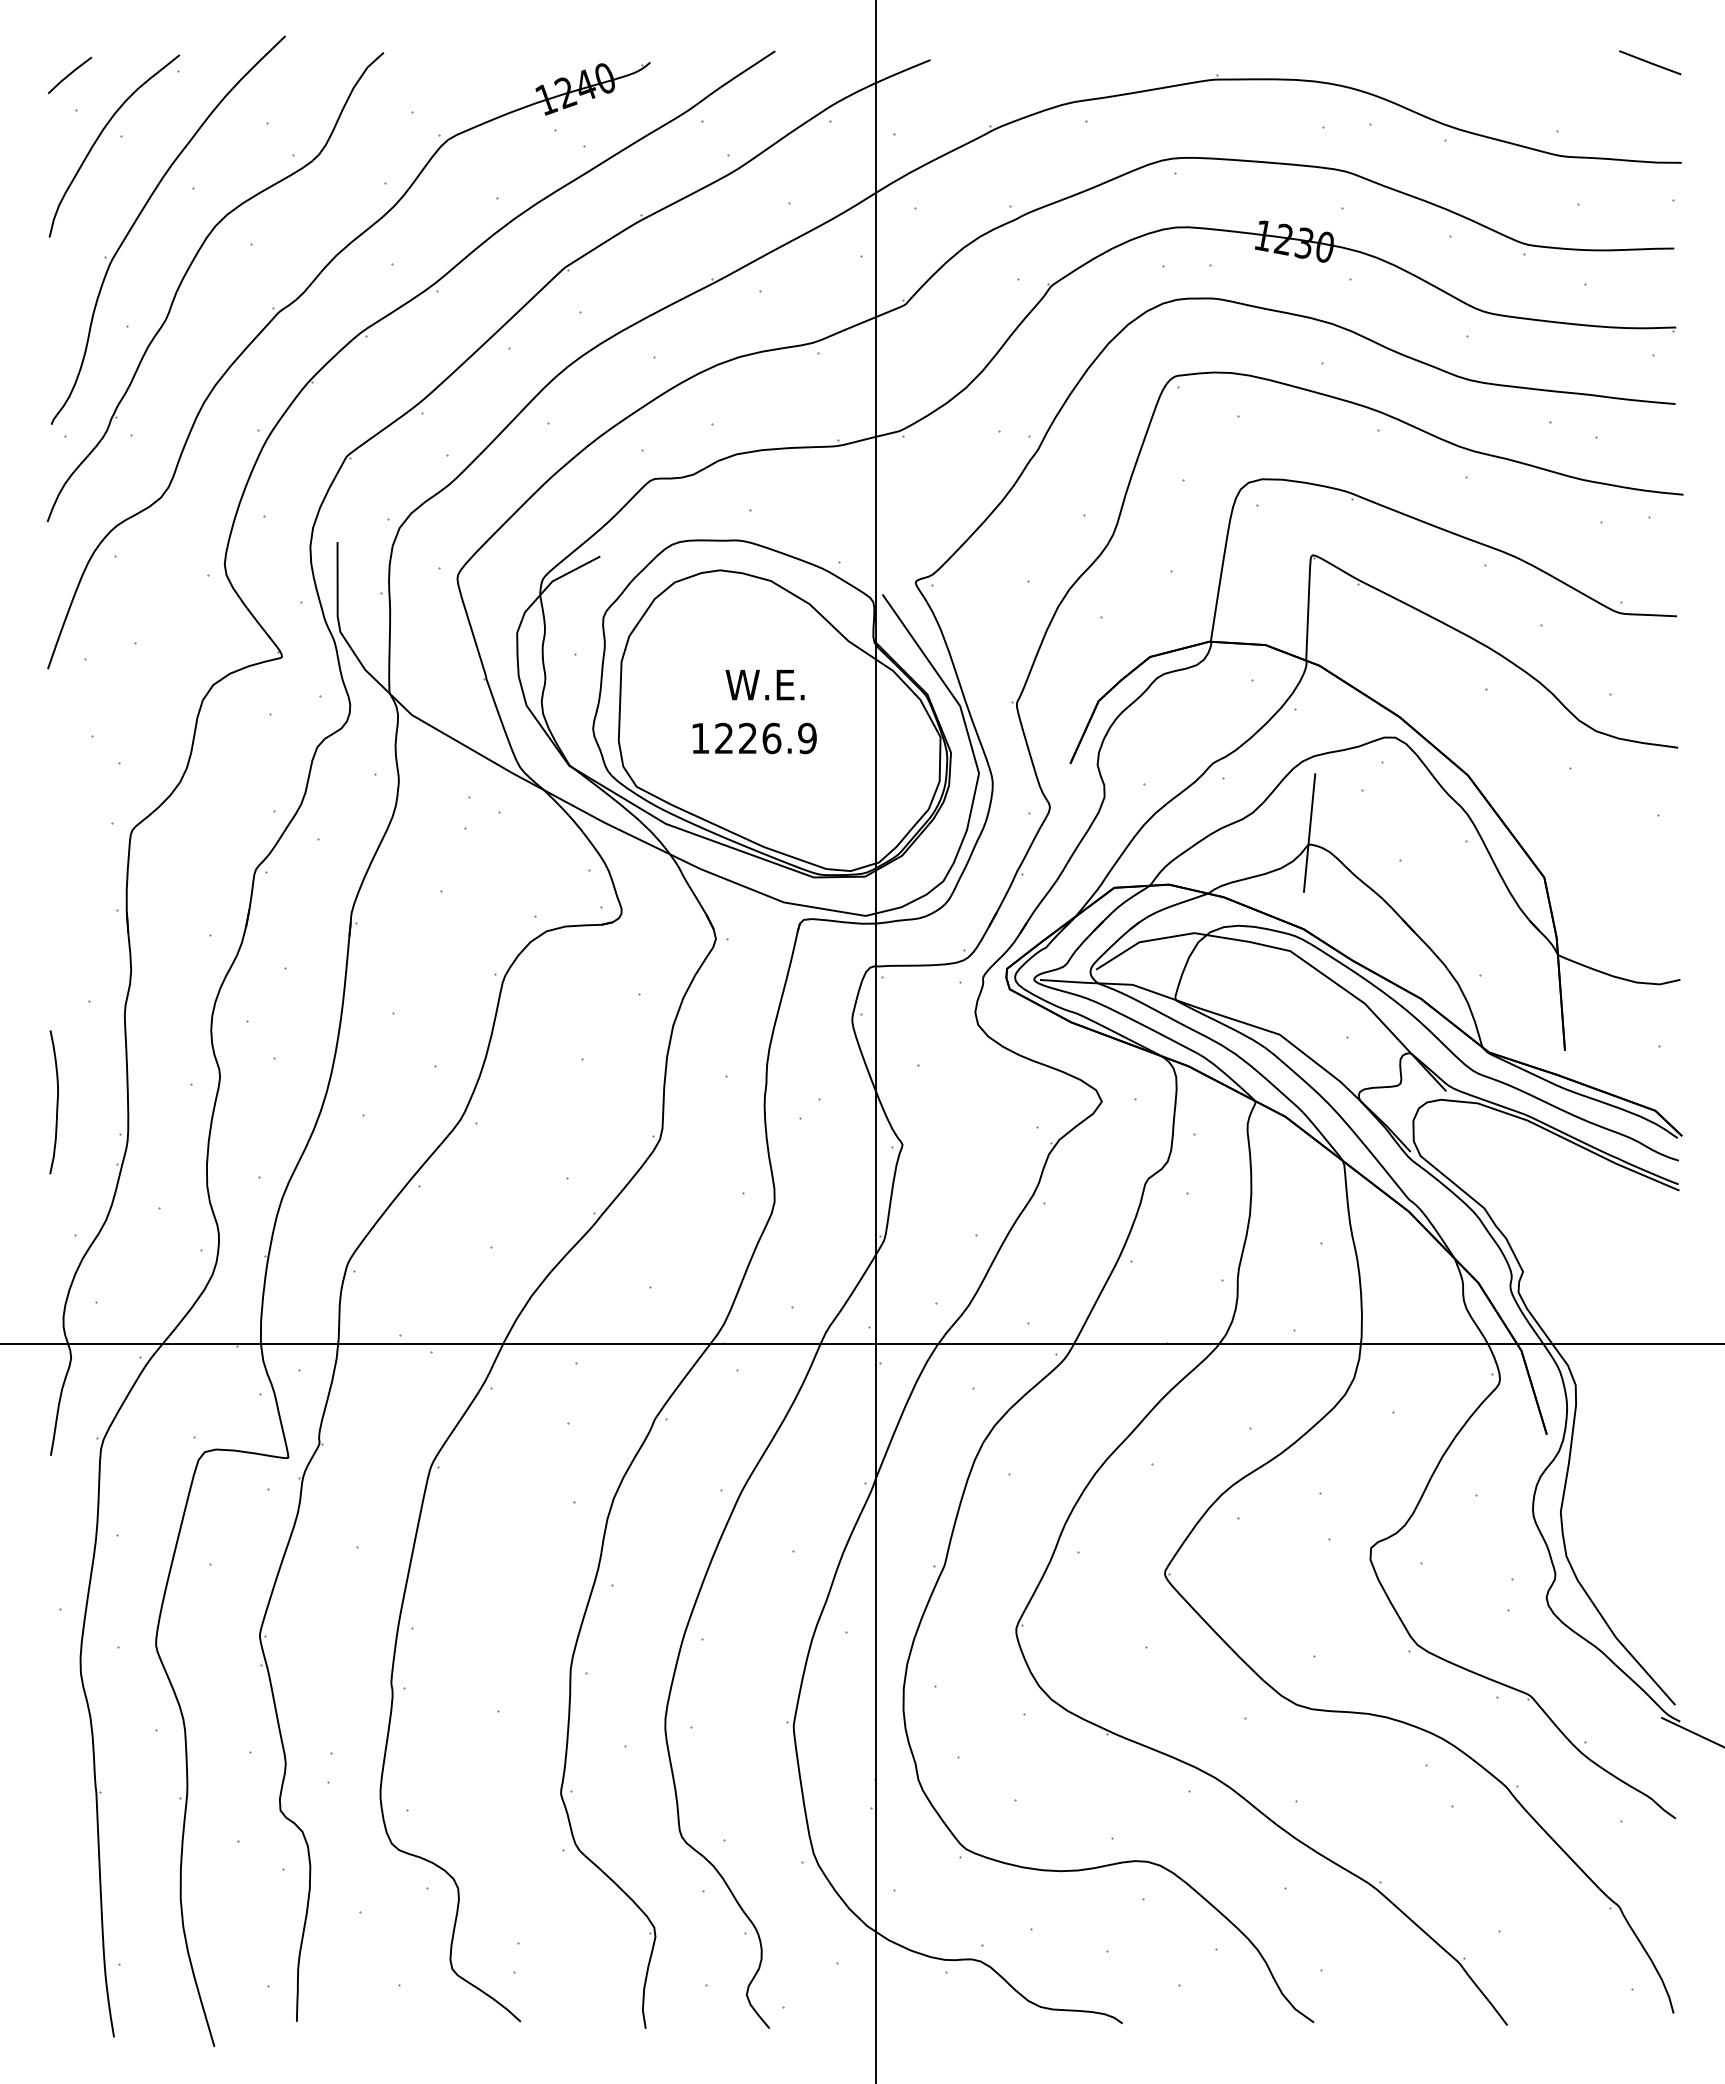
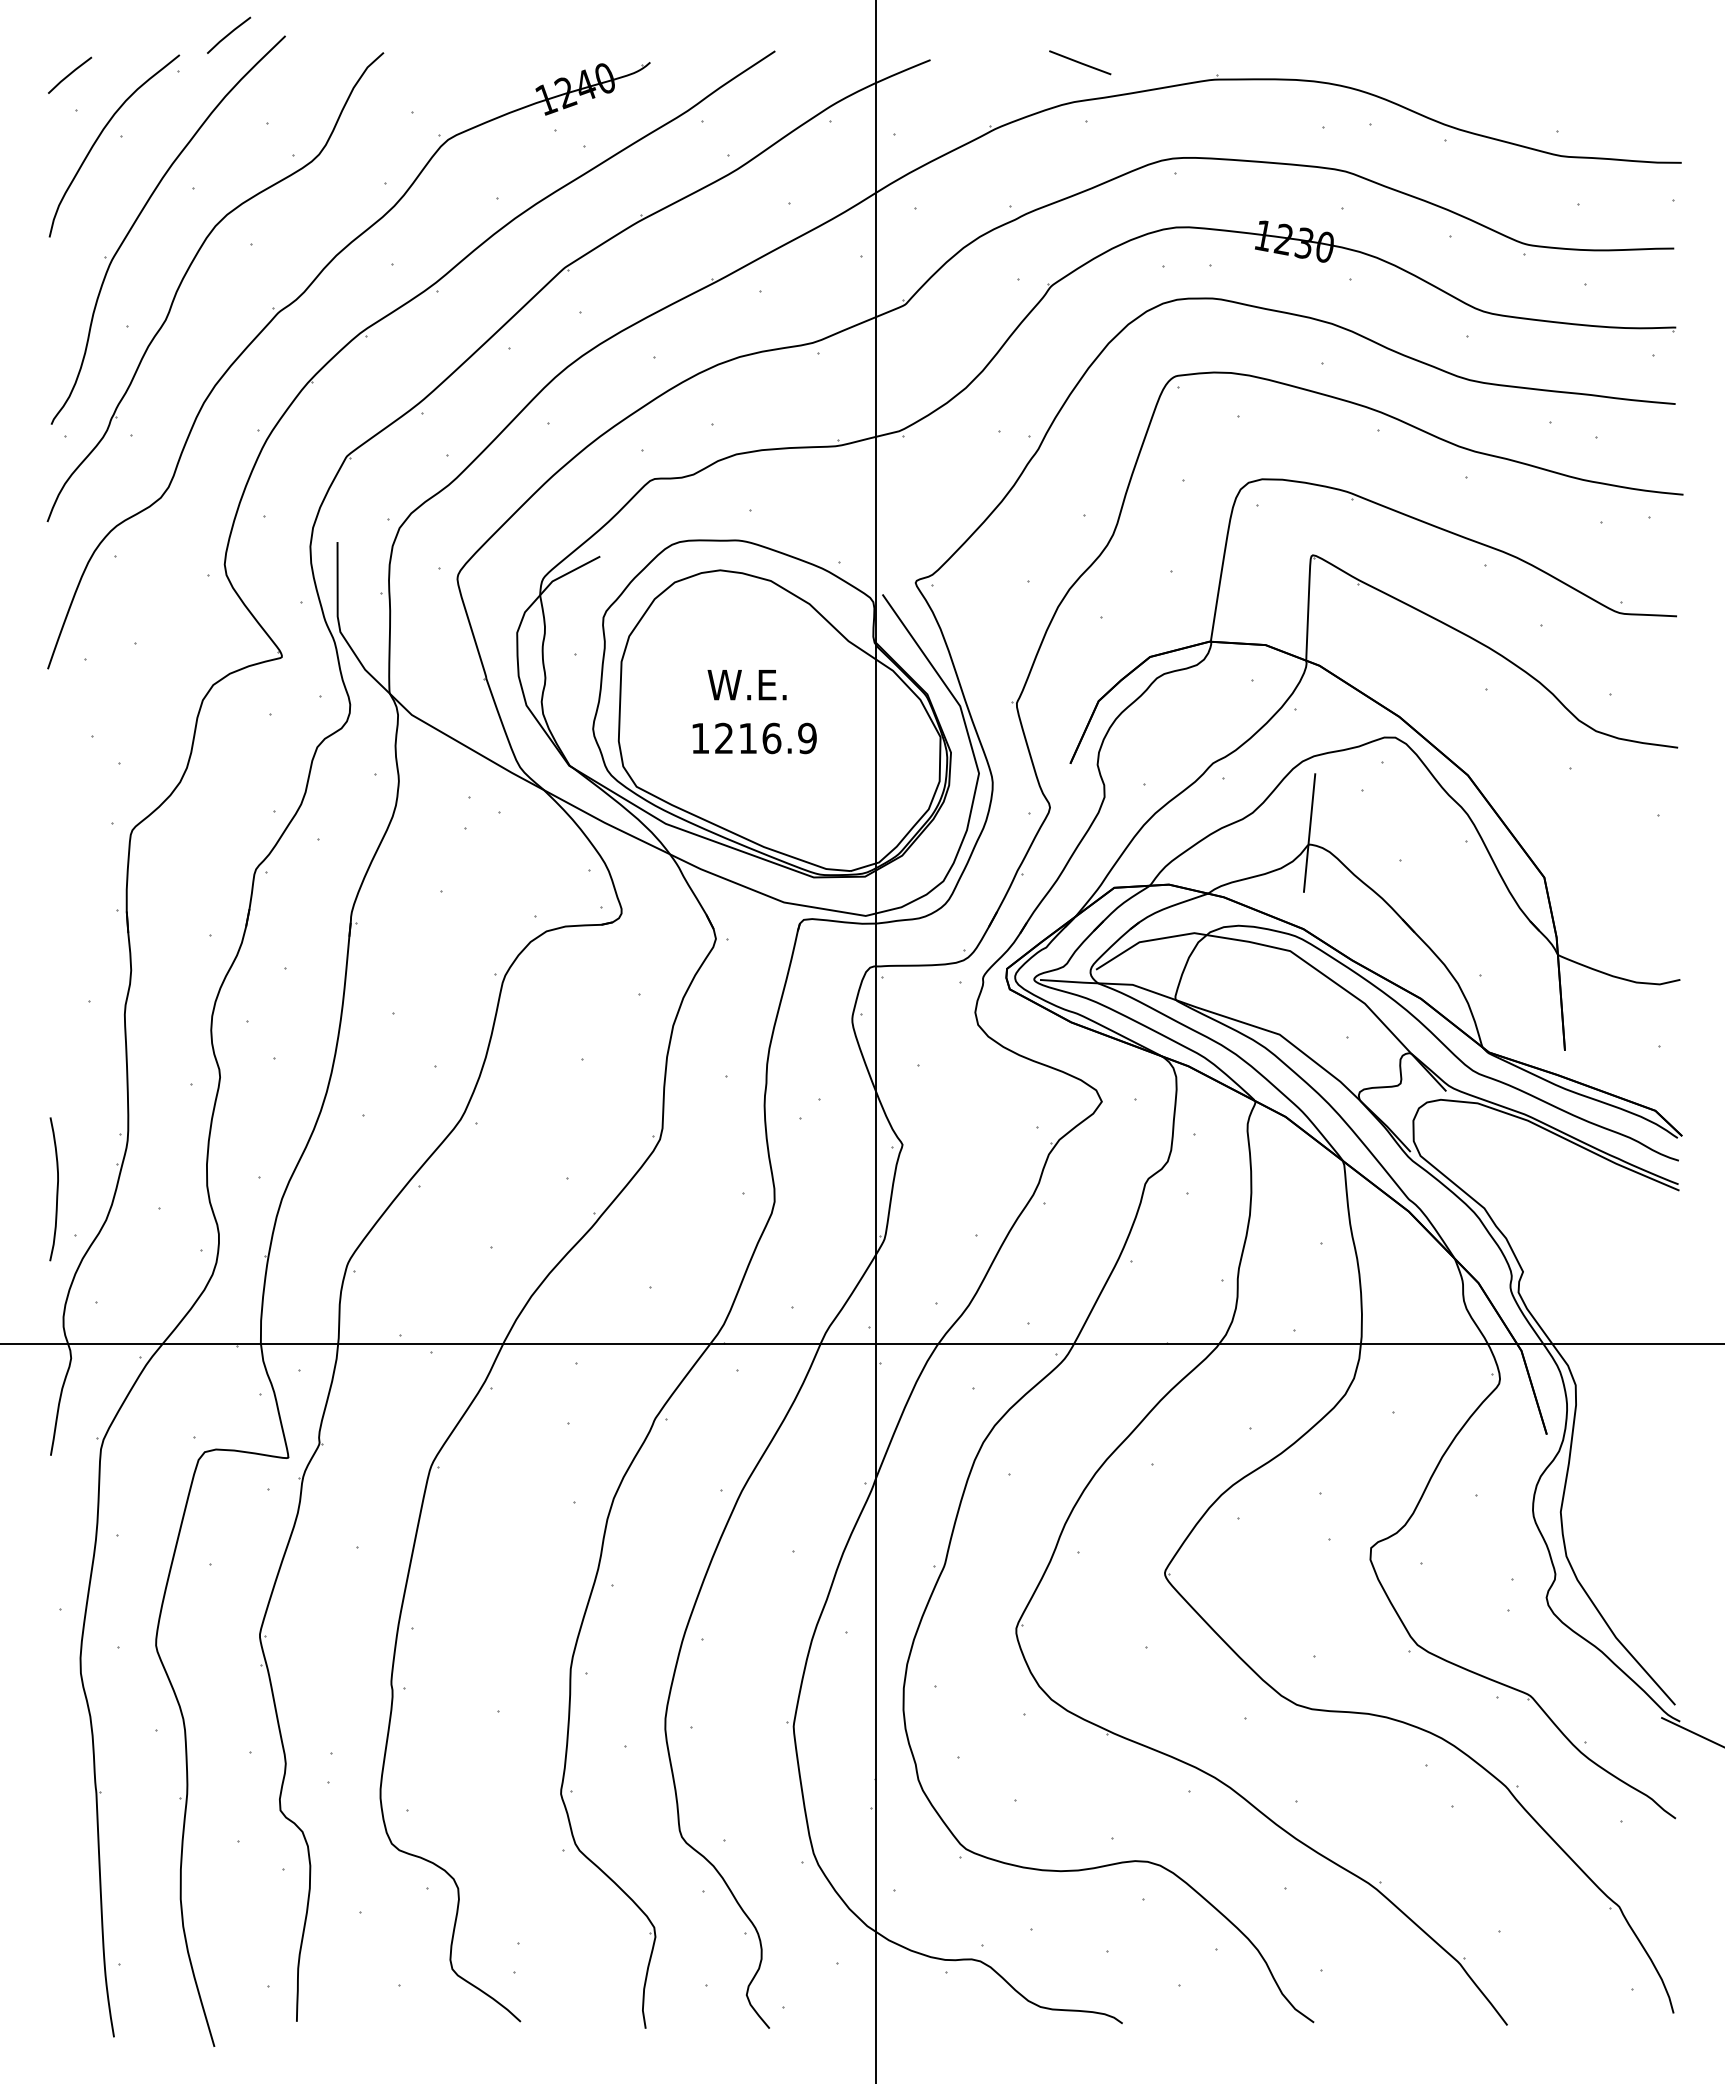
line at (229, 34): none -> present
line at (1650, 62) position: (1650, 62) -> (1080, 62)
text at (764, 685) position: (764, 685) -> (746, 685)
text at (747, 737): 1226.9 -> 1216.9
curve at (56, 1102) position: (56, 1102) -> (56, 1189)
